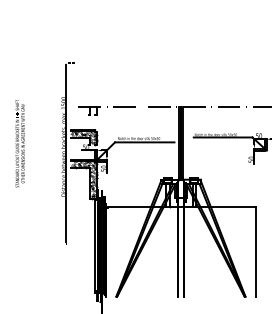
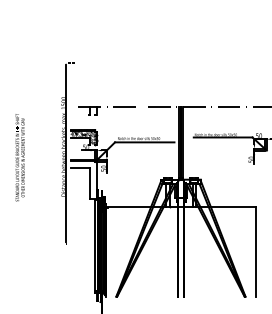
text at (19, 143) position: (19, 143) -> (19, 157)
hatch at (84, 179): present -> none
